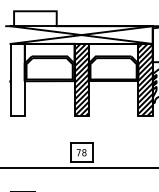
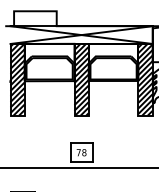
hatch at (17, 79): none -> present
